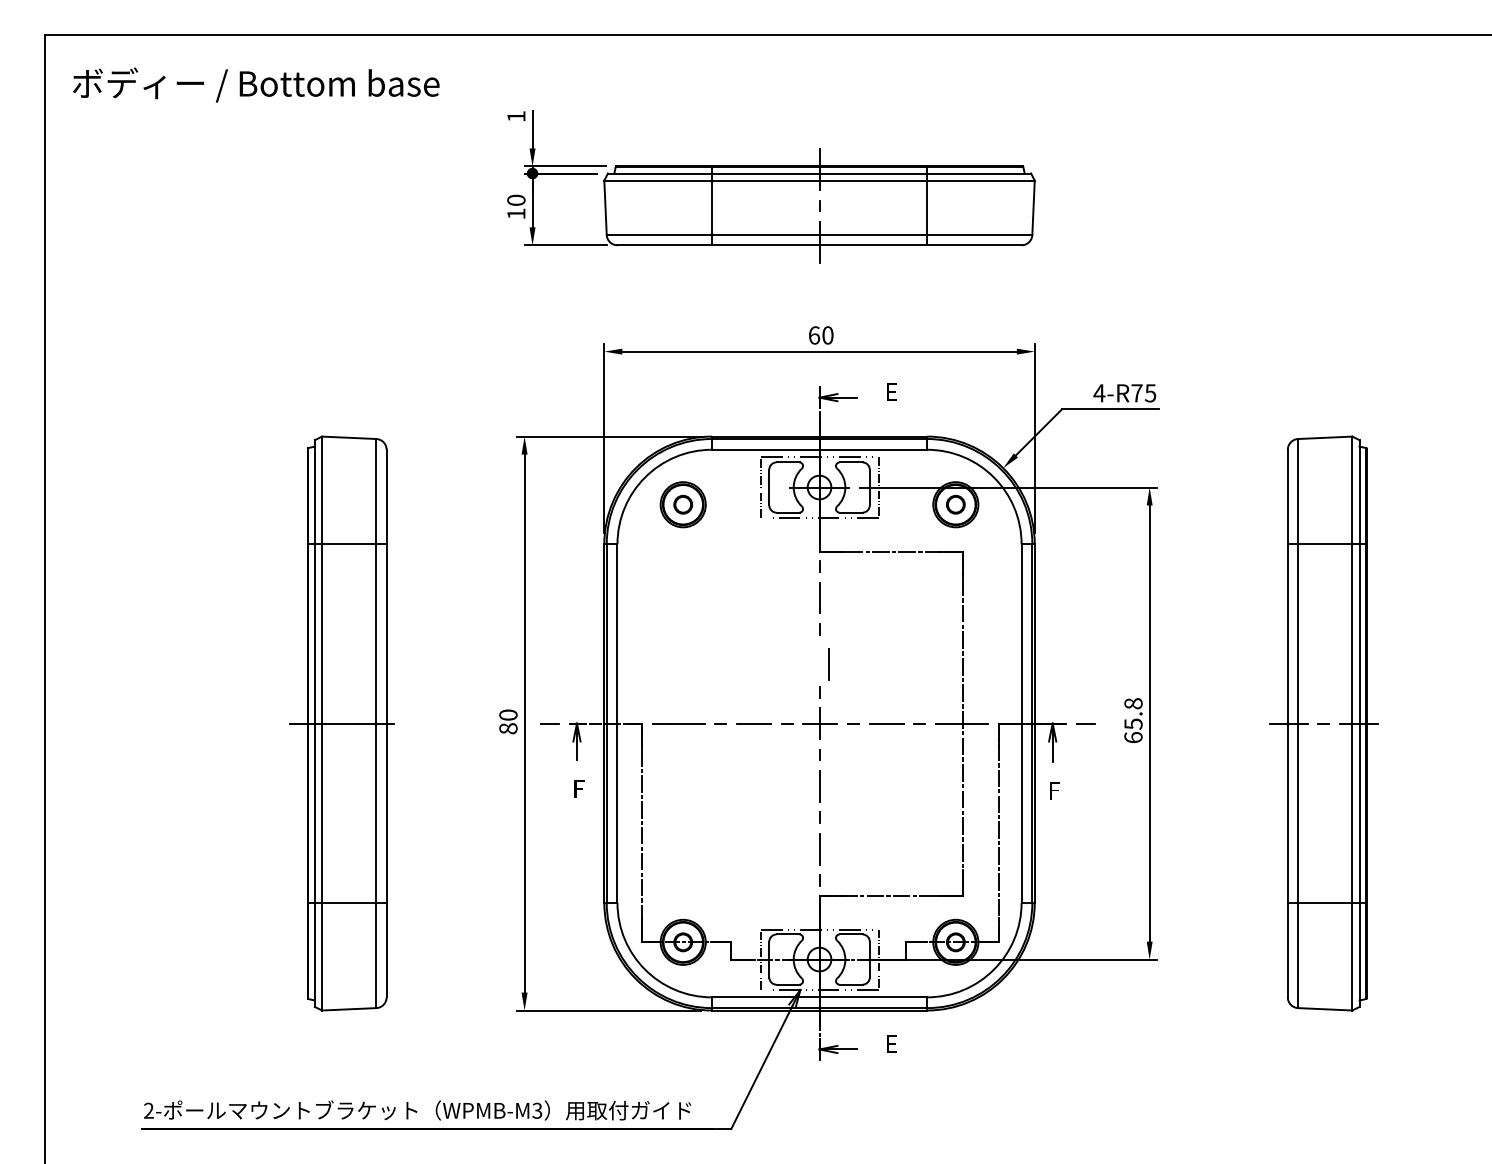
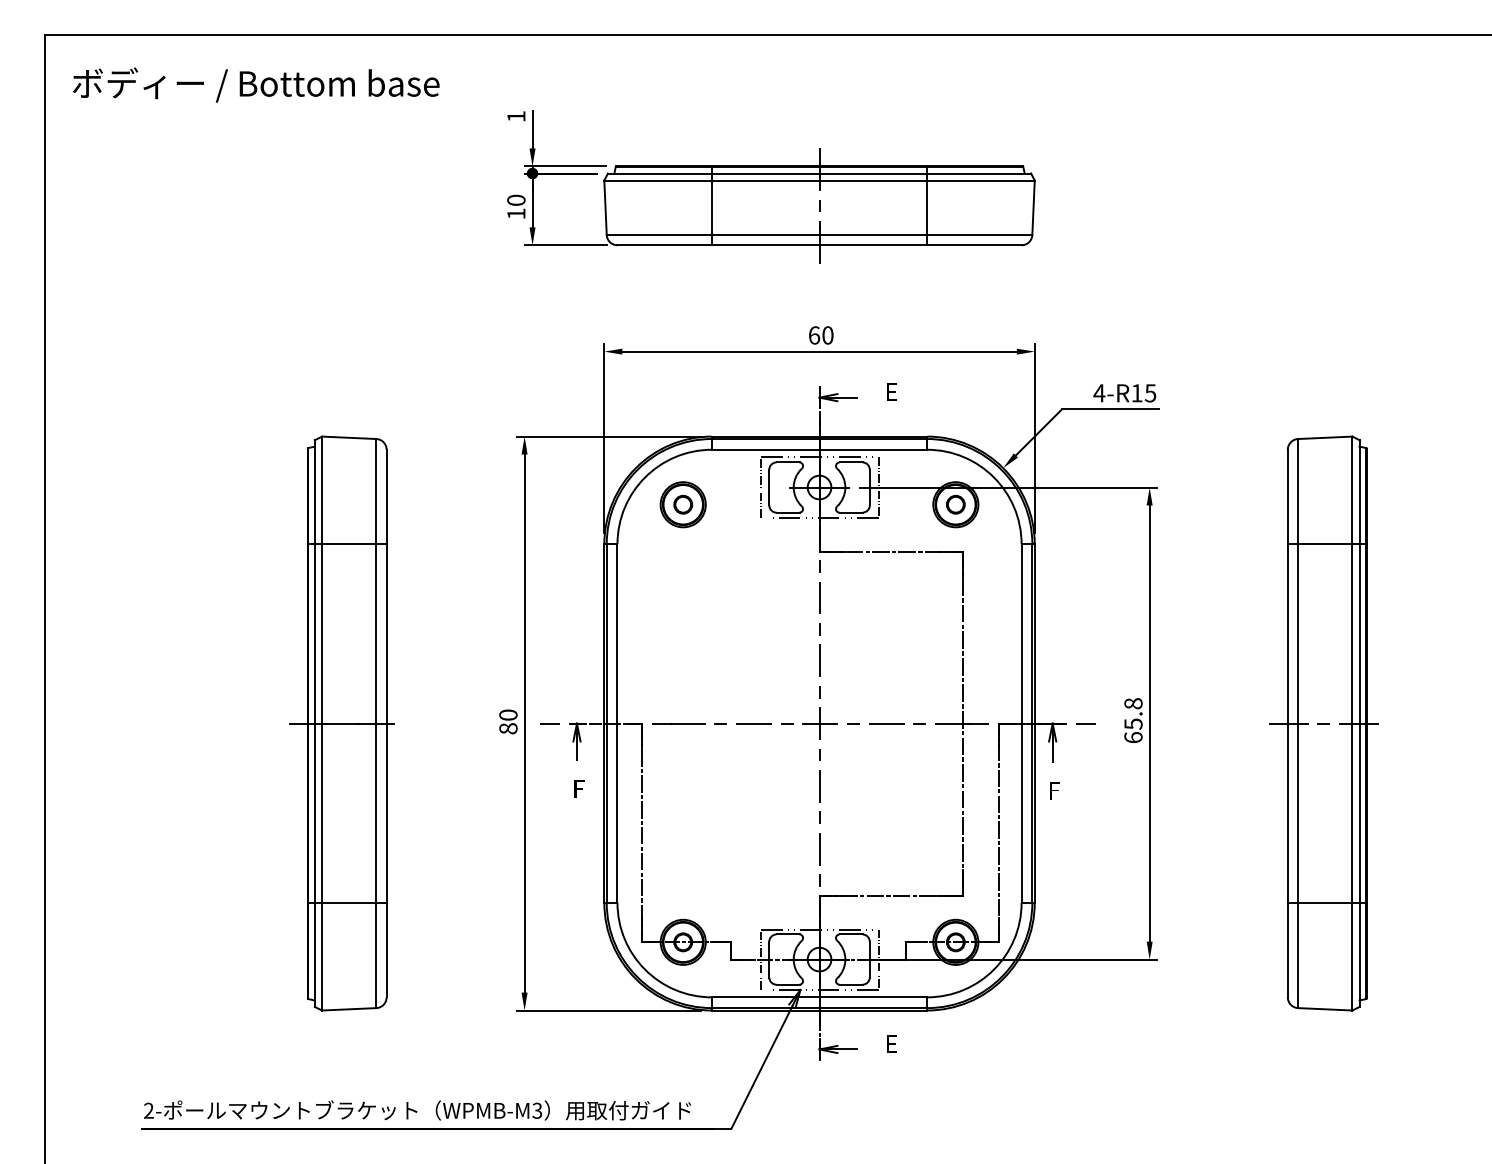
text at (1136, 393): 4-R75 -> 4-R15
line at (828, 664) position: (828, 664) -> (819, 660)
